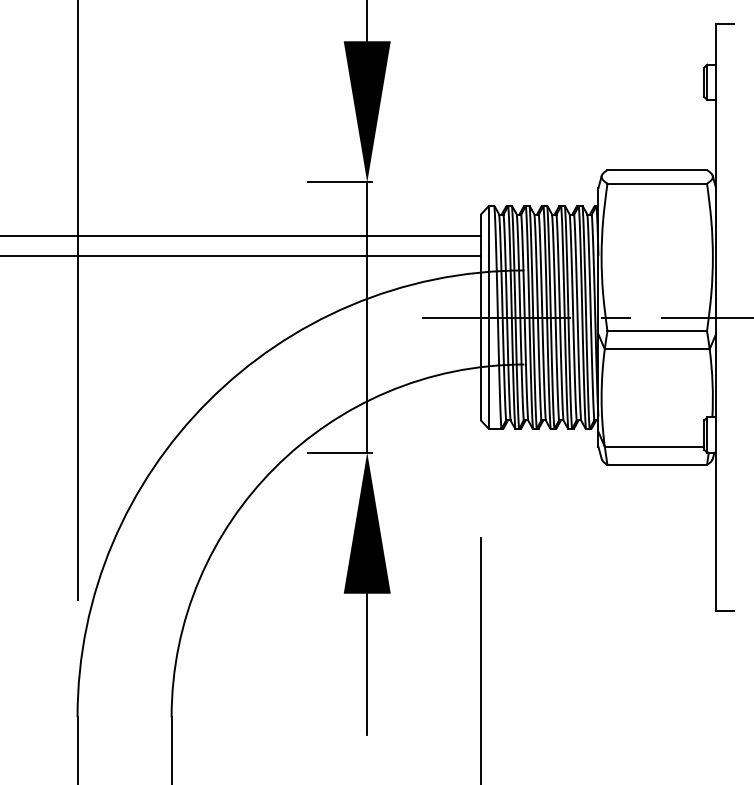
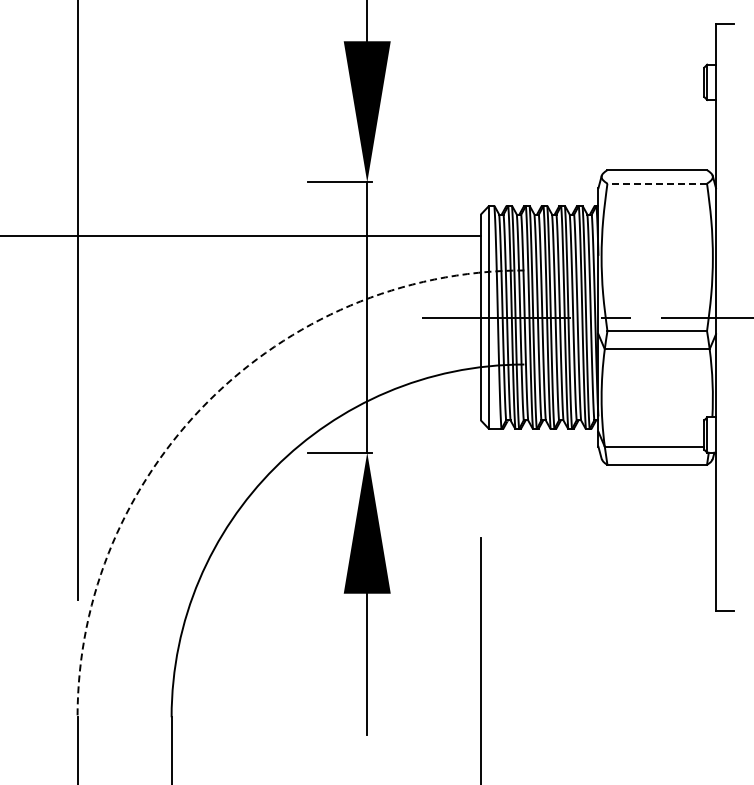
line at (657, 183): solid -> dashed
line at (241, 255): present -> none
arc at (208, 401): solid -> dashed
